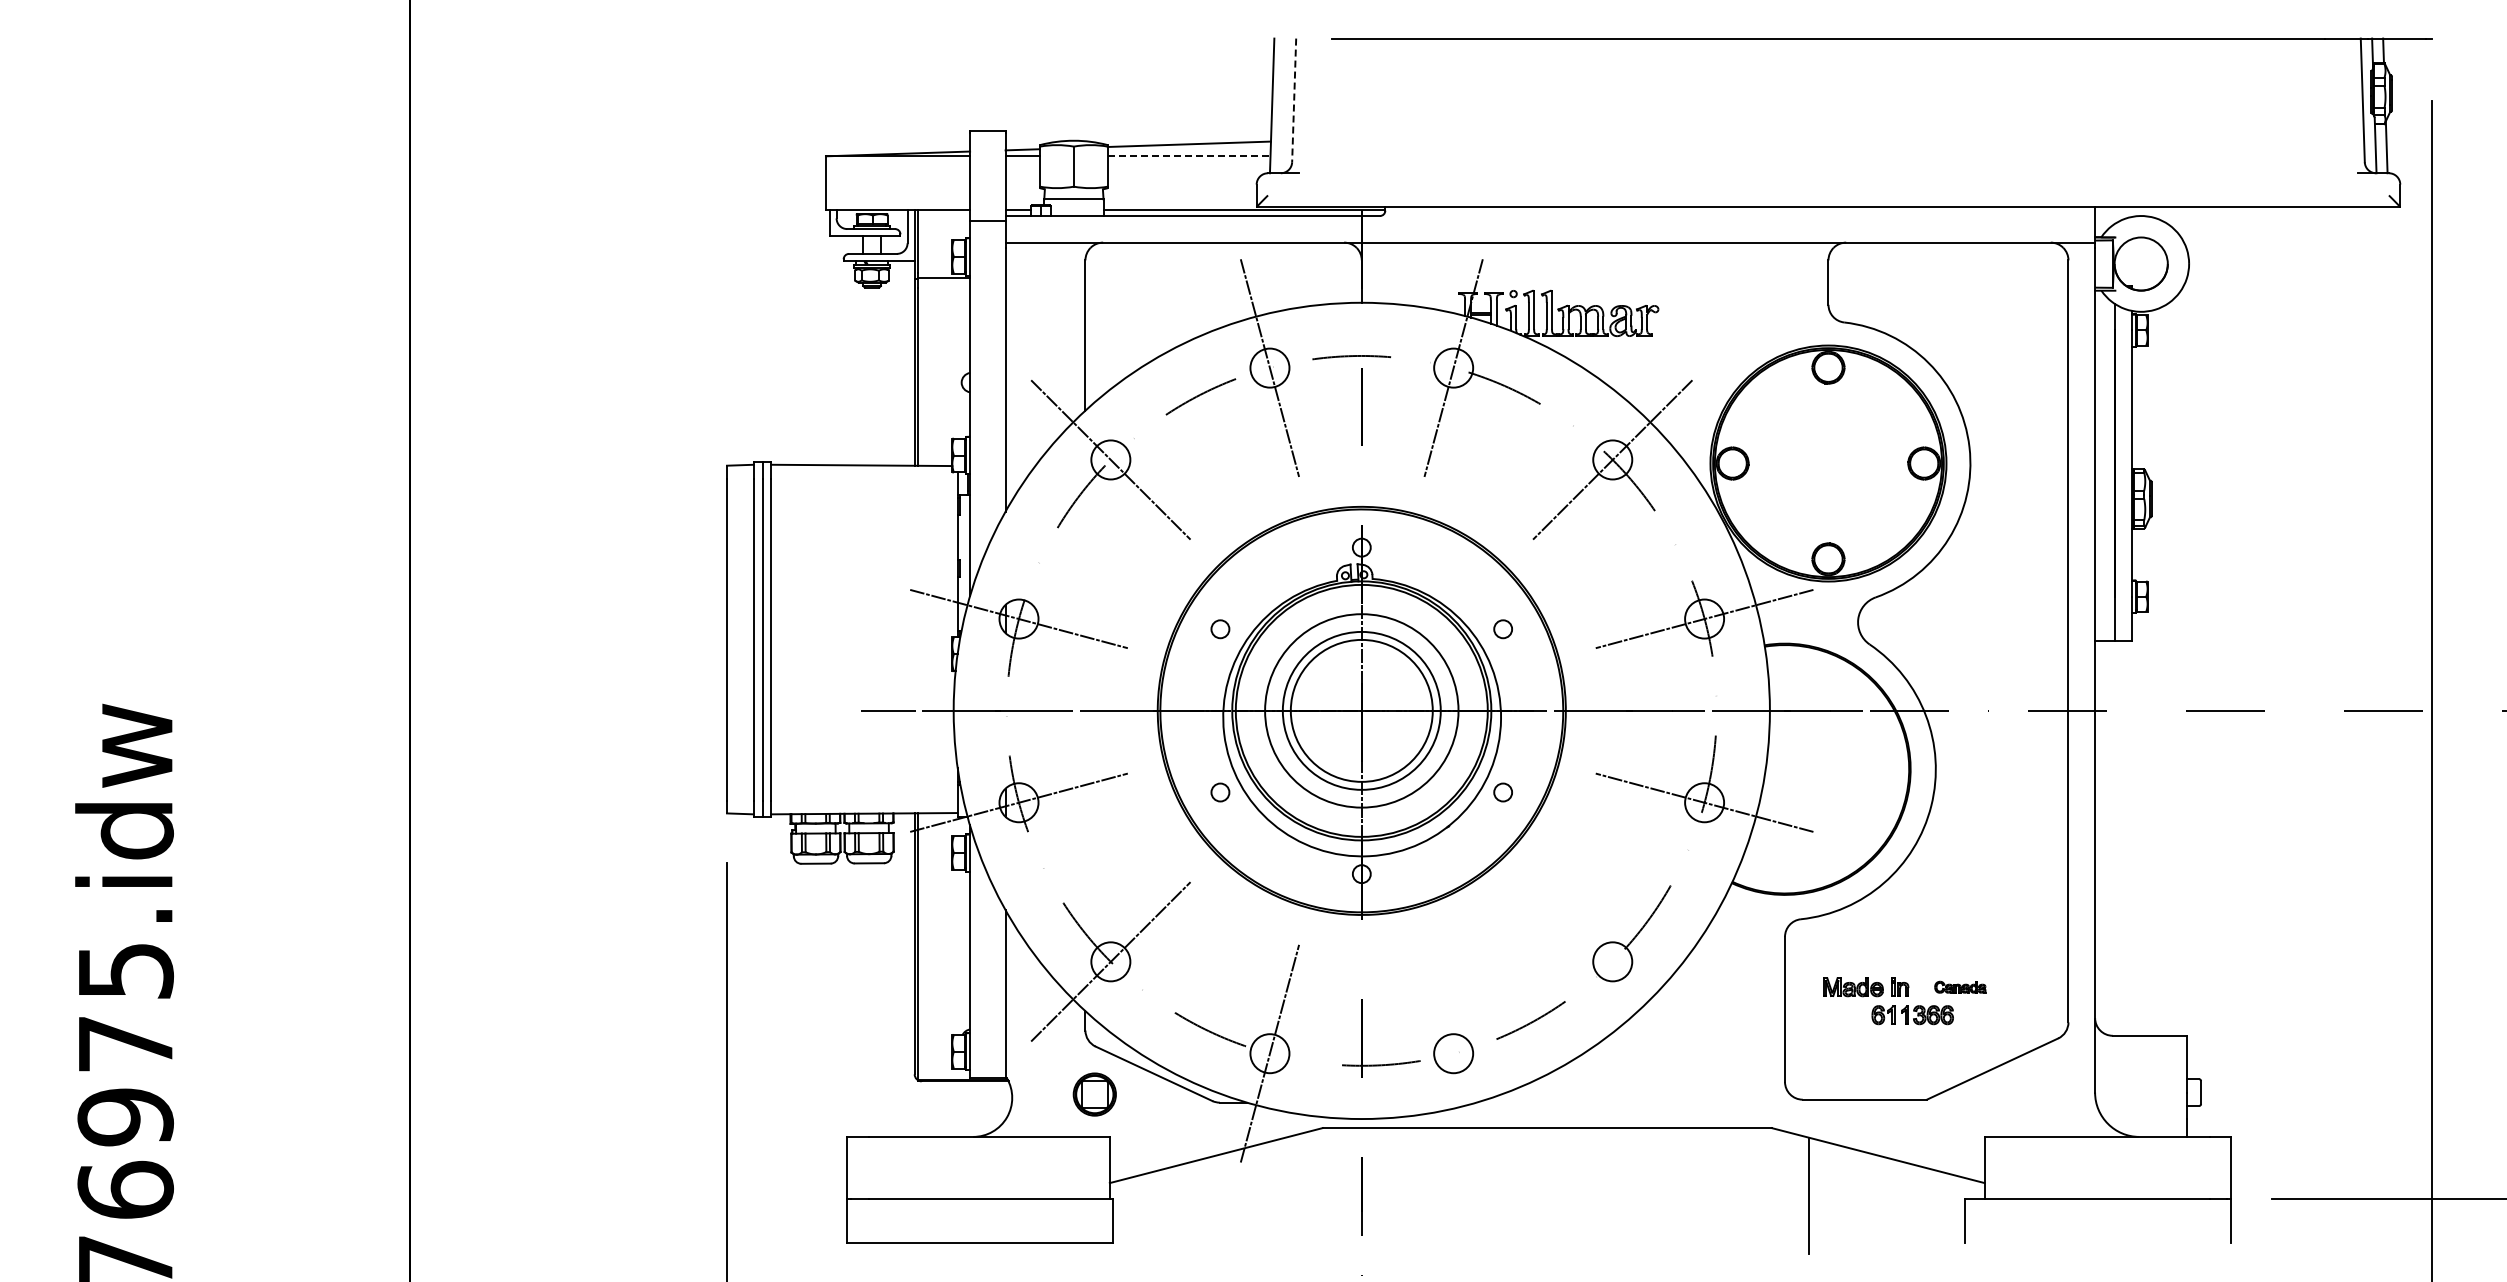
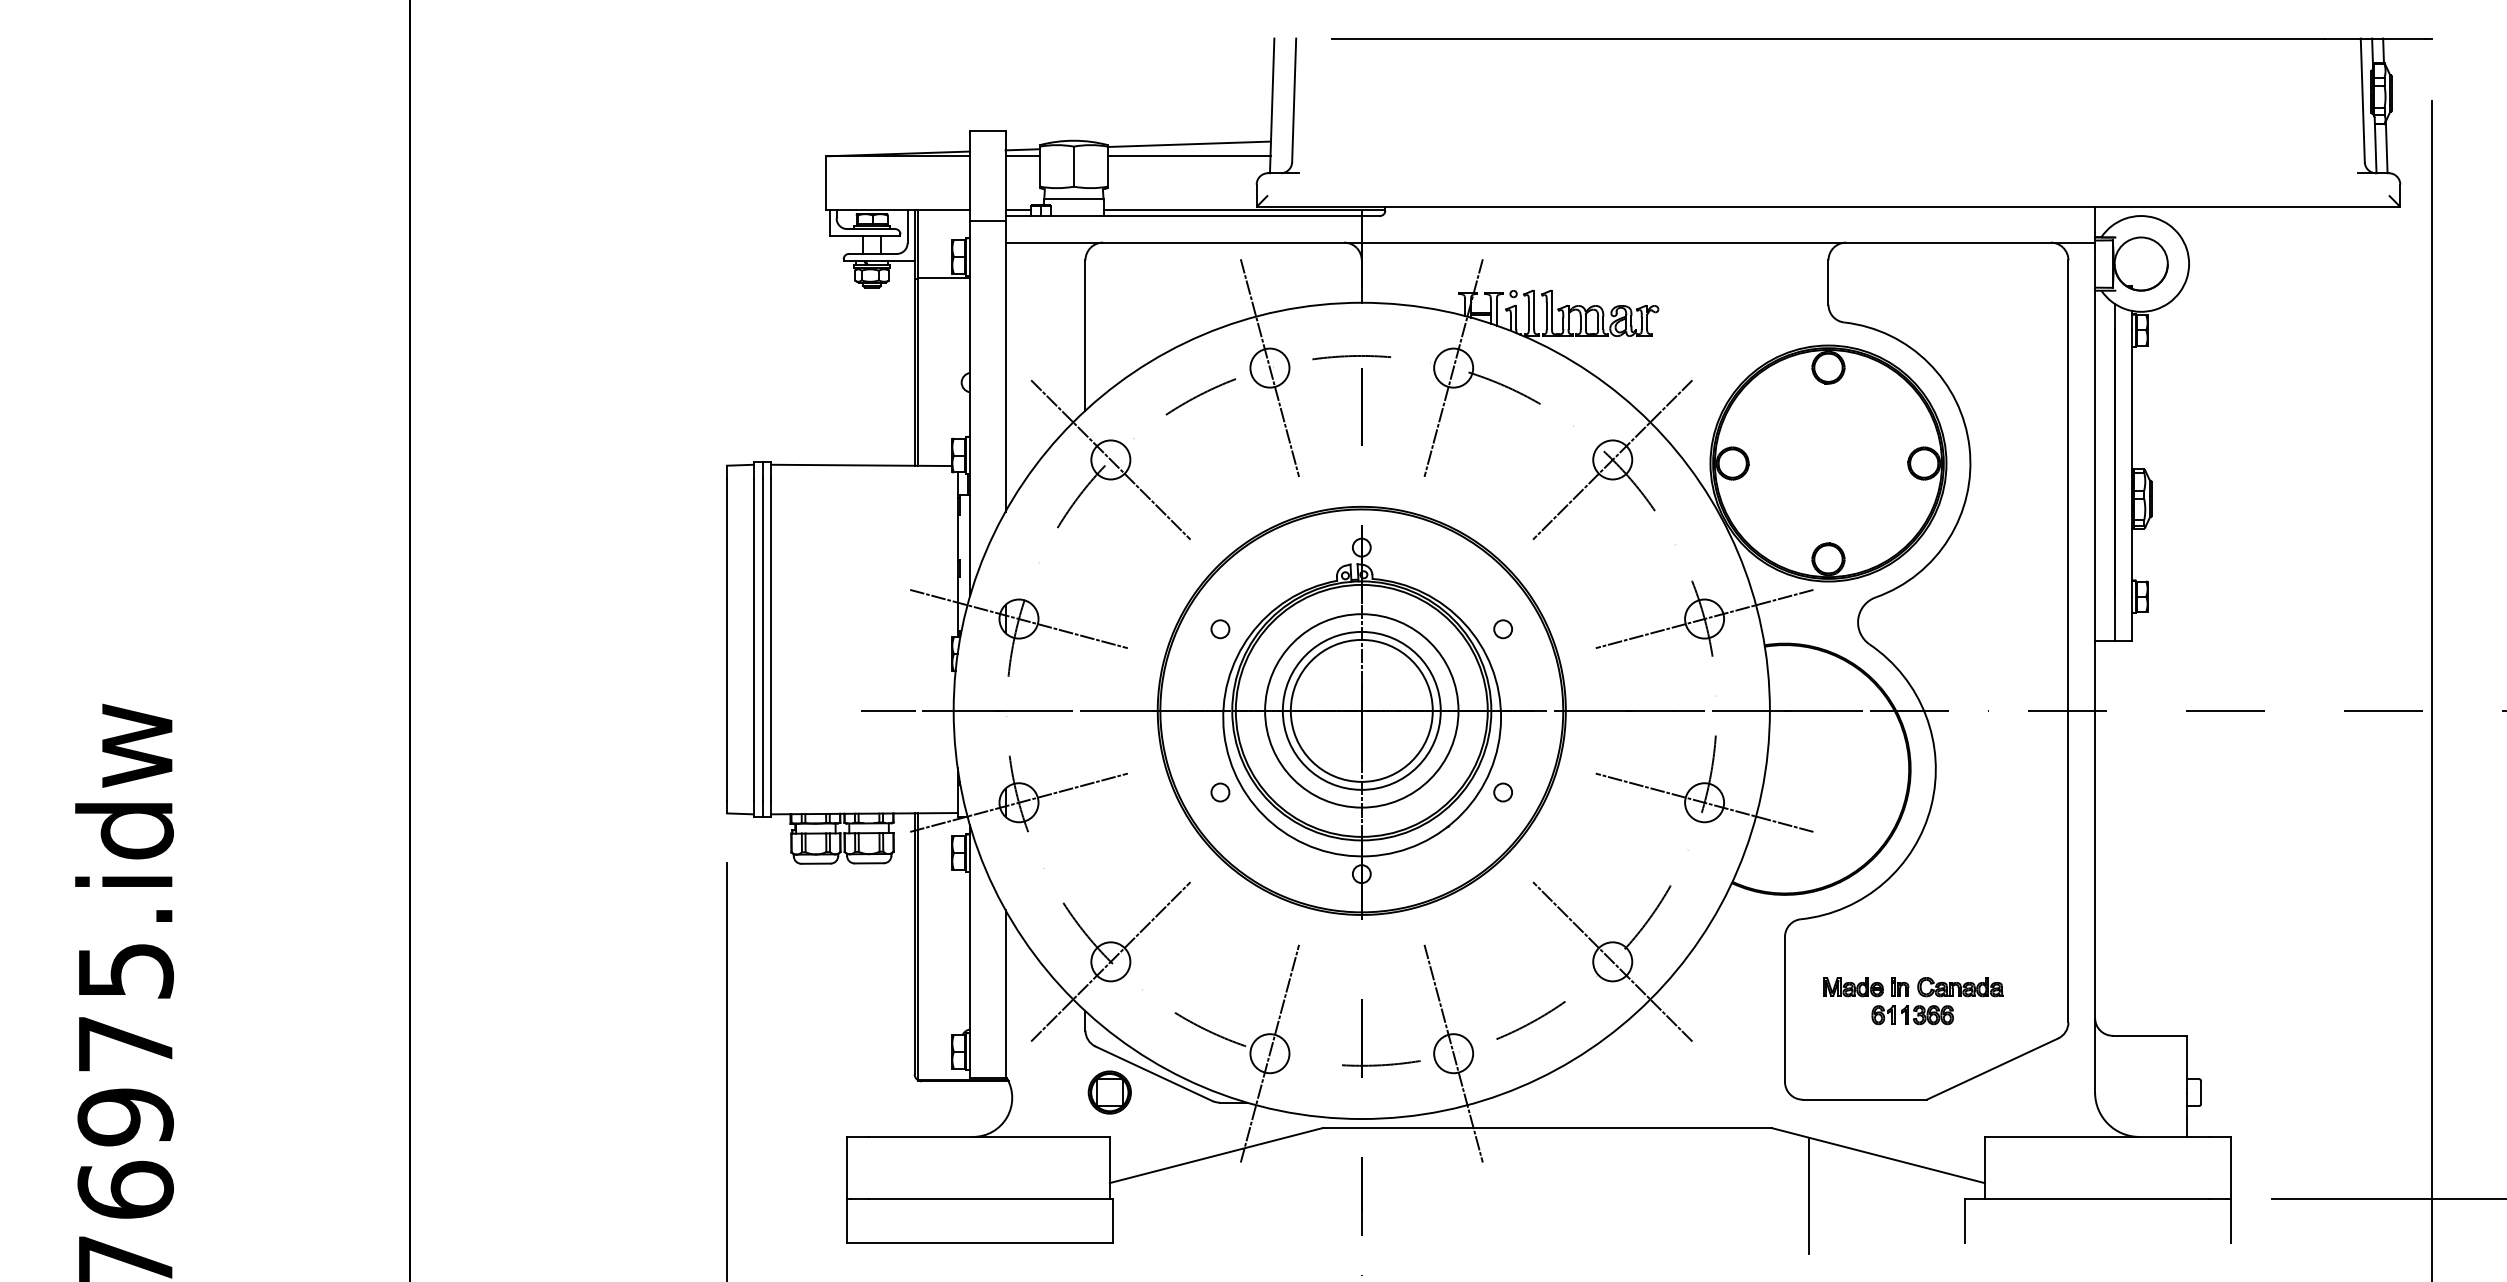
line at (1294, 100): dashed -> solid
line at (1189, 156): dashed -> solid
line at (1612, 961): none -> present
part at (1960, 986) size: 53x14 px -> 87x21 px
line at (1453, 1053): none -> present
part at (1094, 1094) position: (1094, 1094) -> (1109, 1092)
